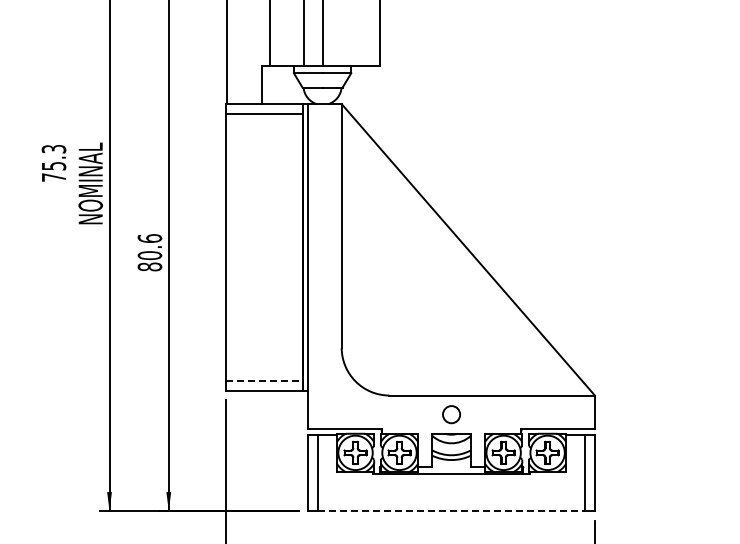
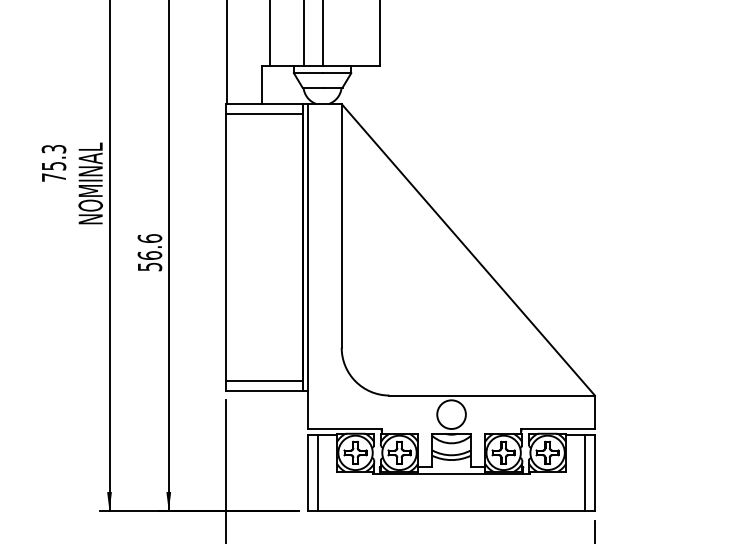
text at (149, 261): 80.6 -> 56.6
line at (264, 381): dashed -> solid
circle at (451, 414) diameter: 17 px -> 29 px
line at (451, 511): dashed -> solid
